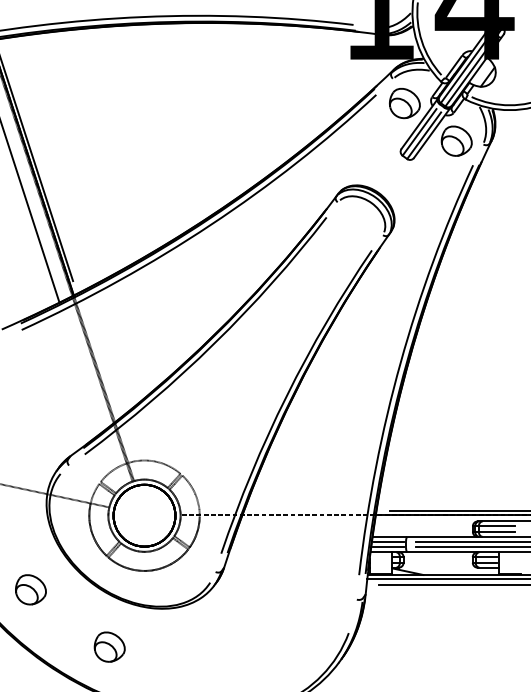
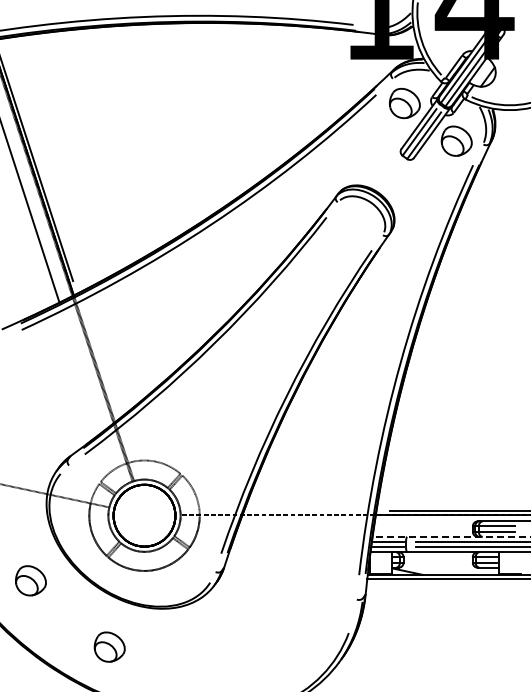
line at (451, 536): solid -> dashed
line at (453, 585): present -> none
part at (30, 589) position: (30, 589) -> (30, 580)
